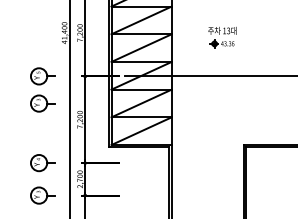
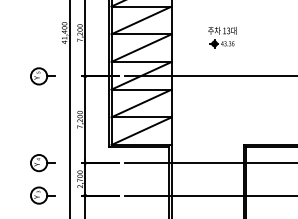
part at (42, 103): present -> none
line at (209, 163): none -> present
line at (209, 195): none -> present
